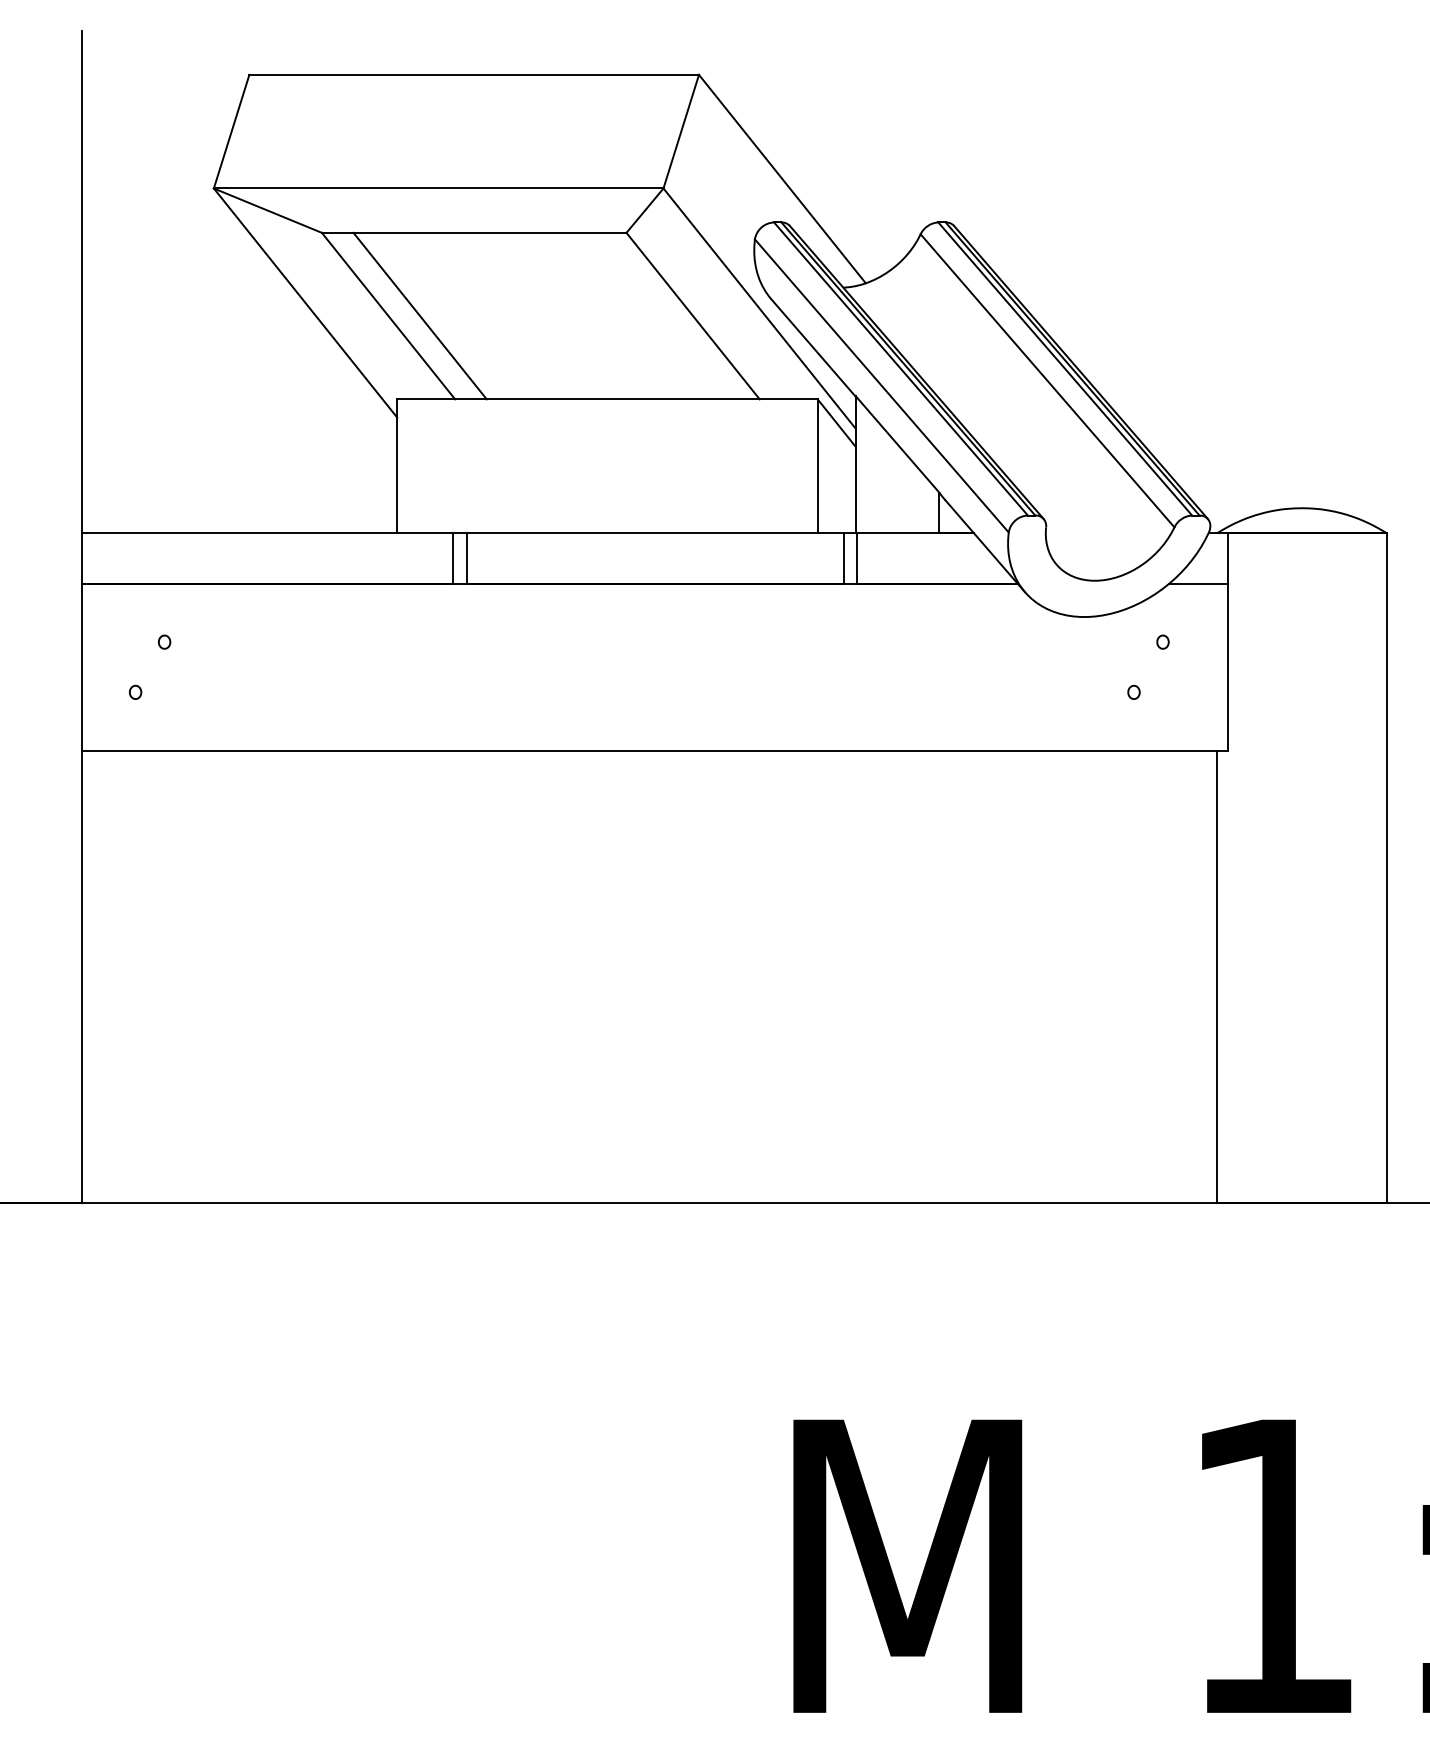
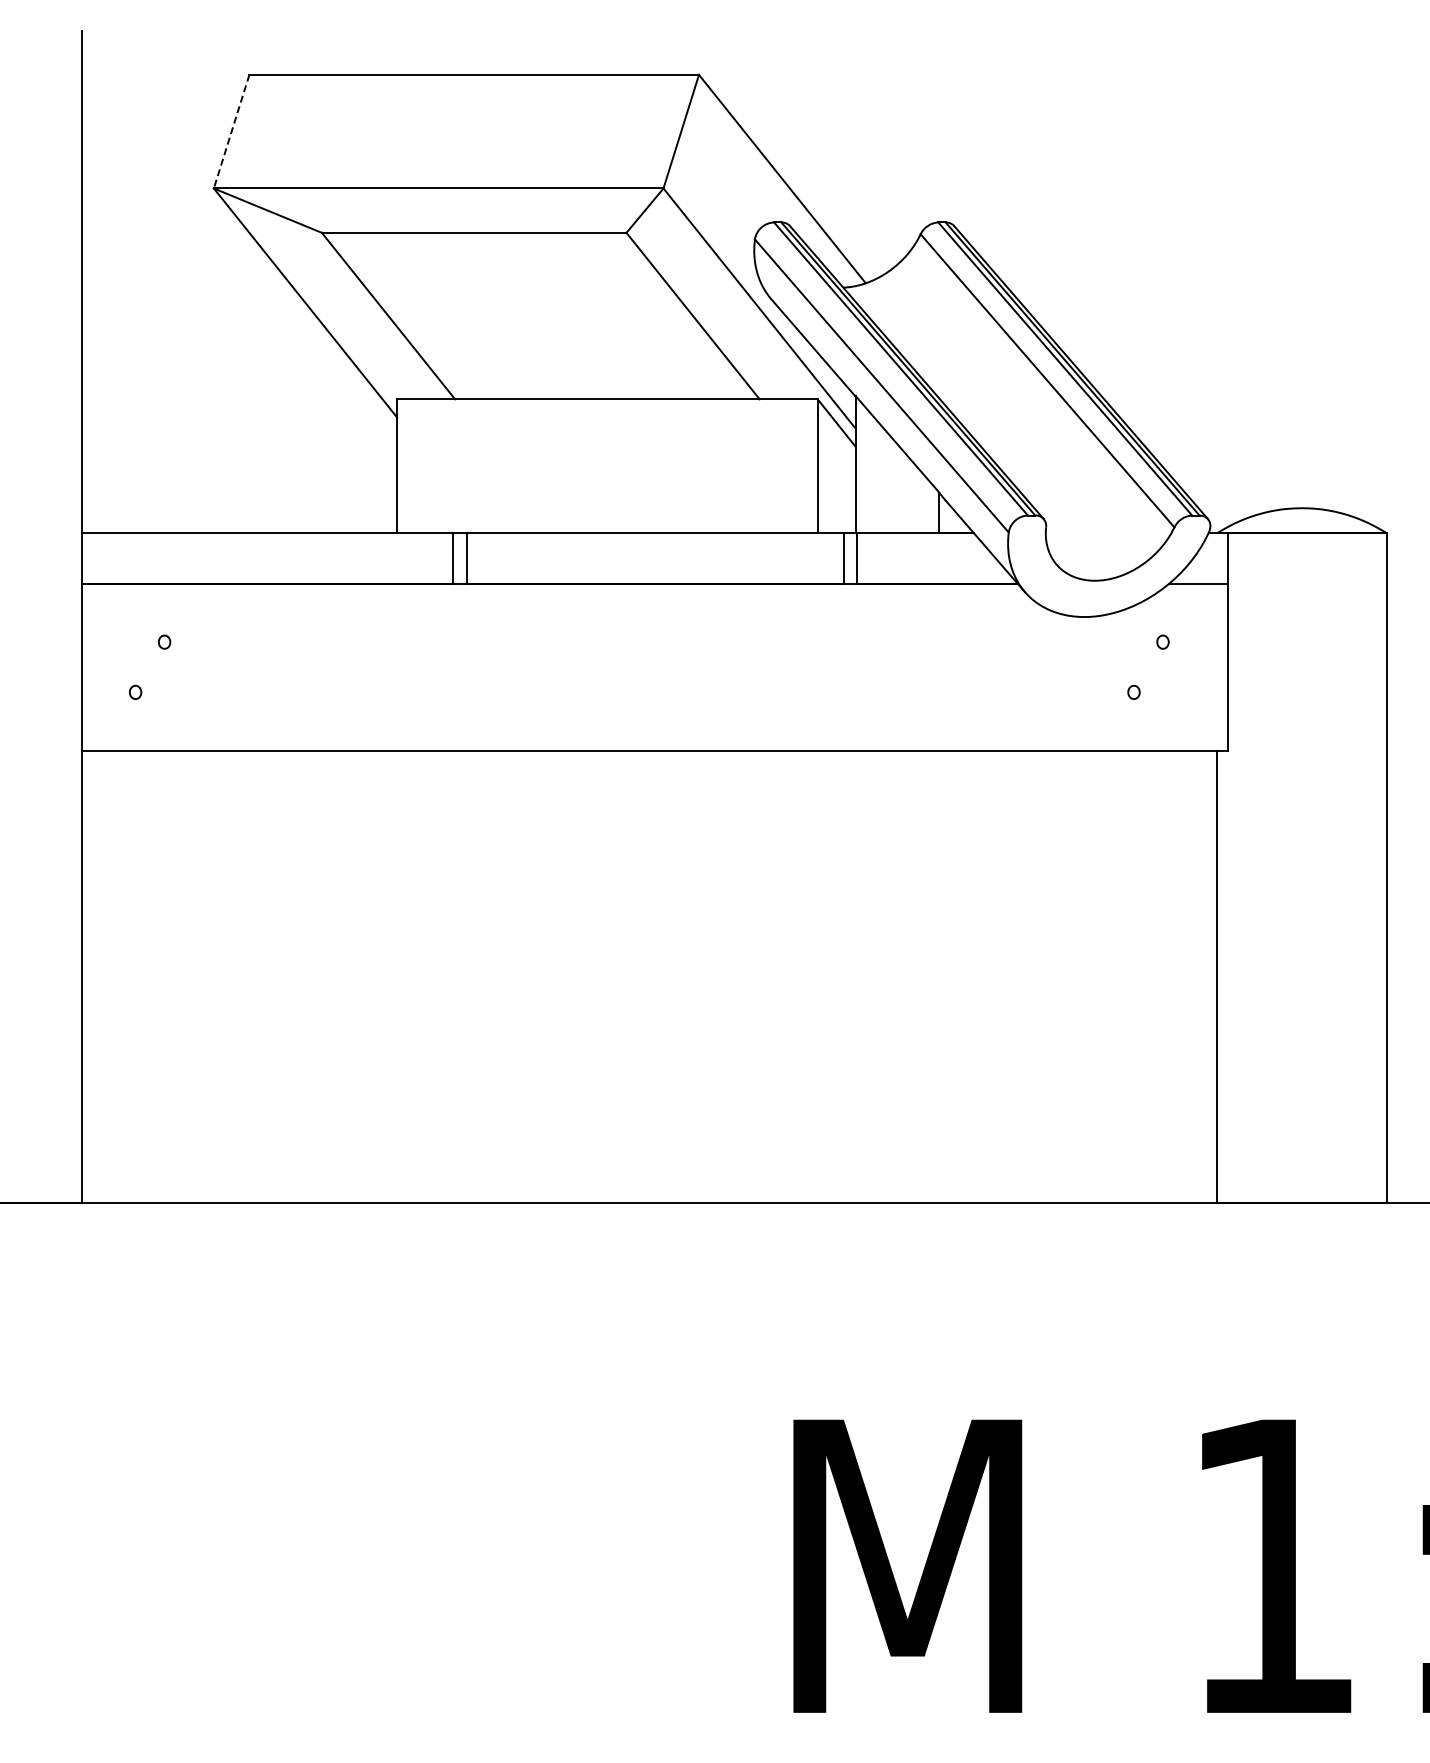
line at (231, 131): solid -> dashed
line at (419, 315): present -> none
